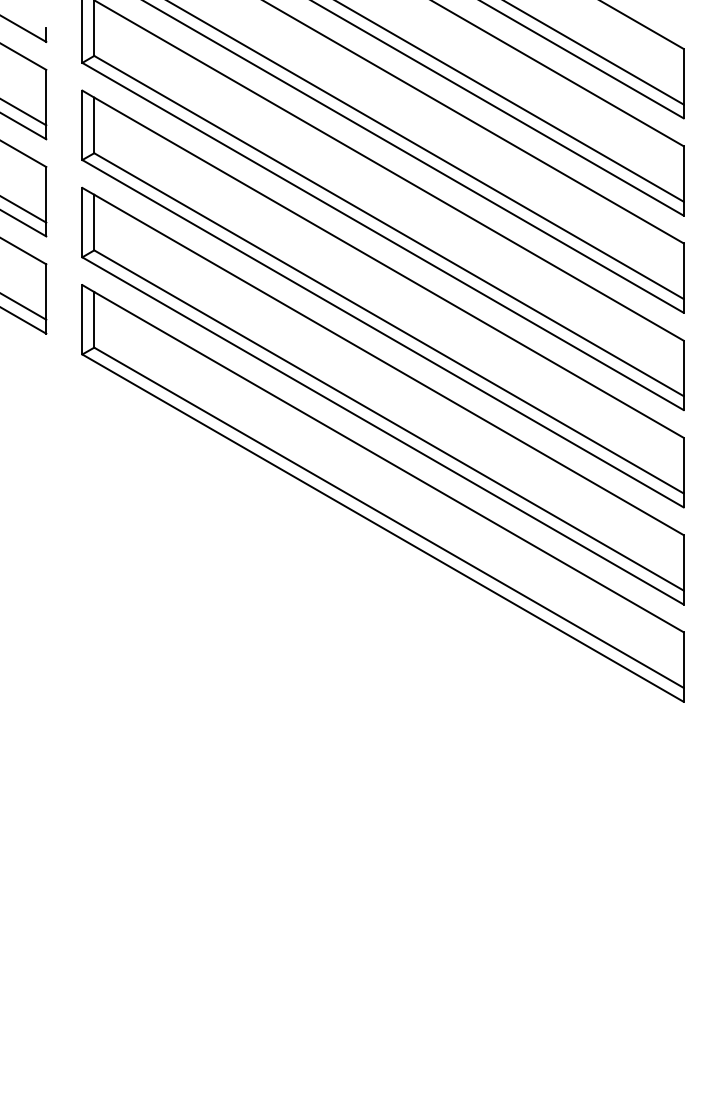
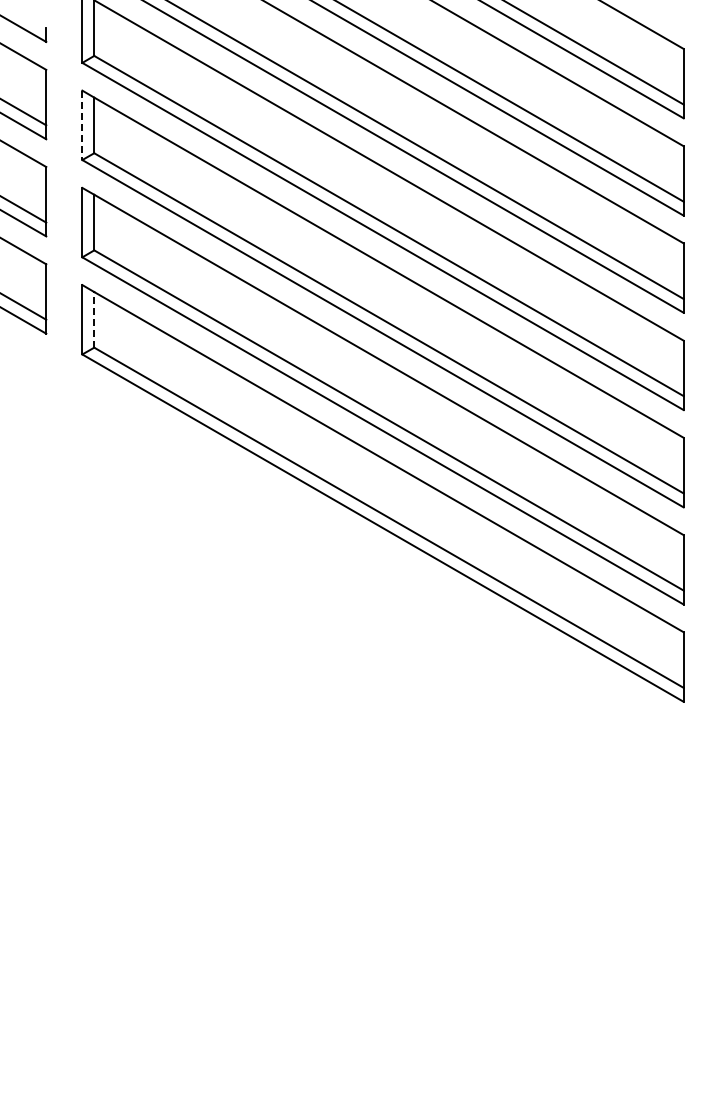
line at (82, 125): solid -> dashed
line at (94, 319): solid -> dashed
